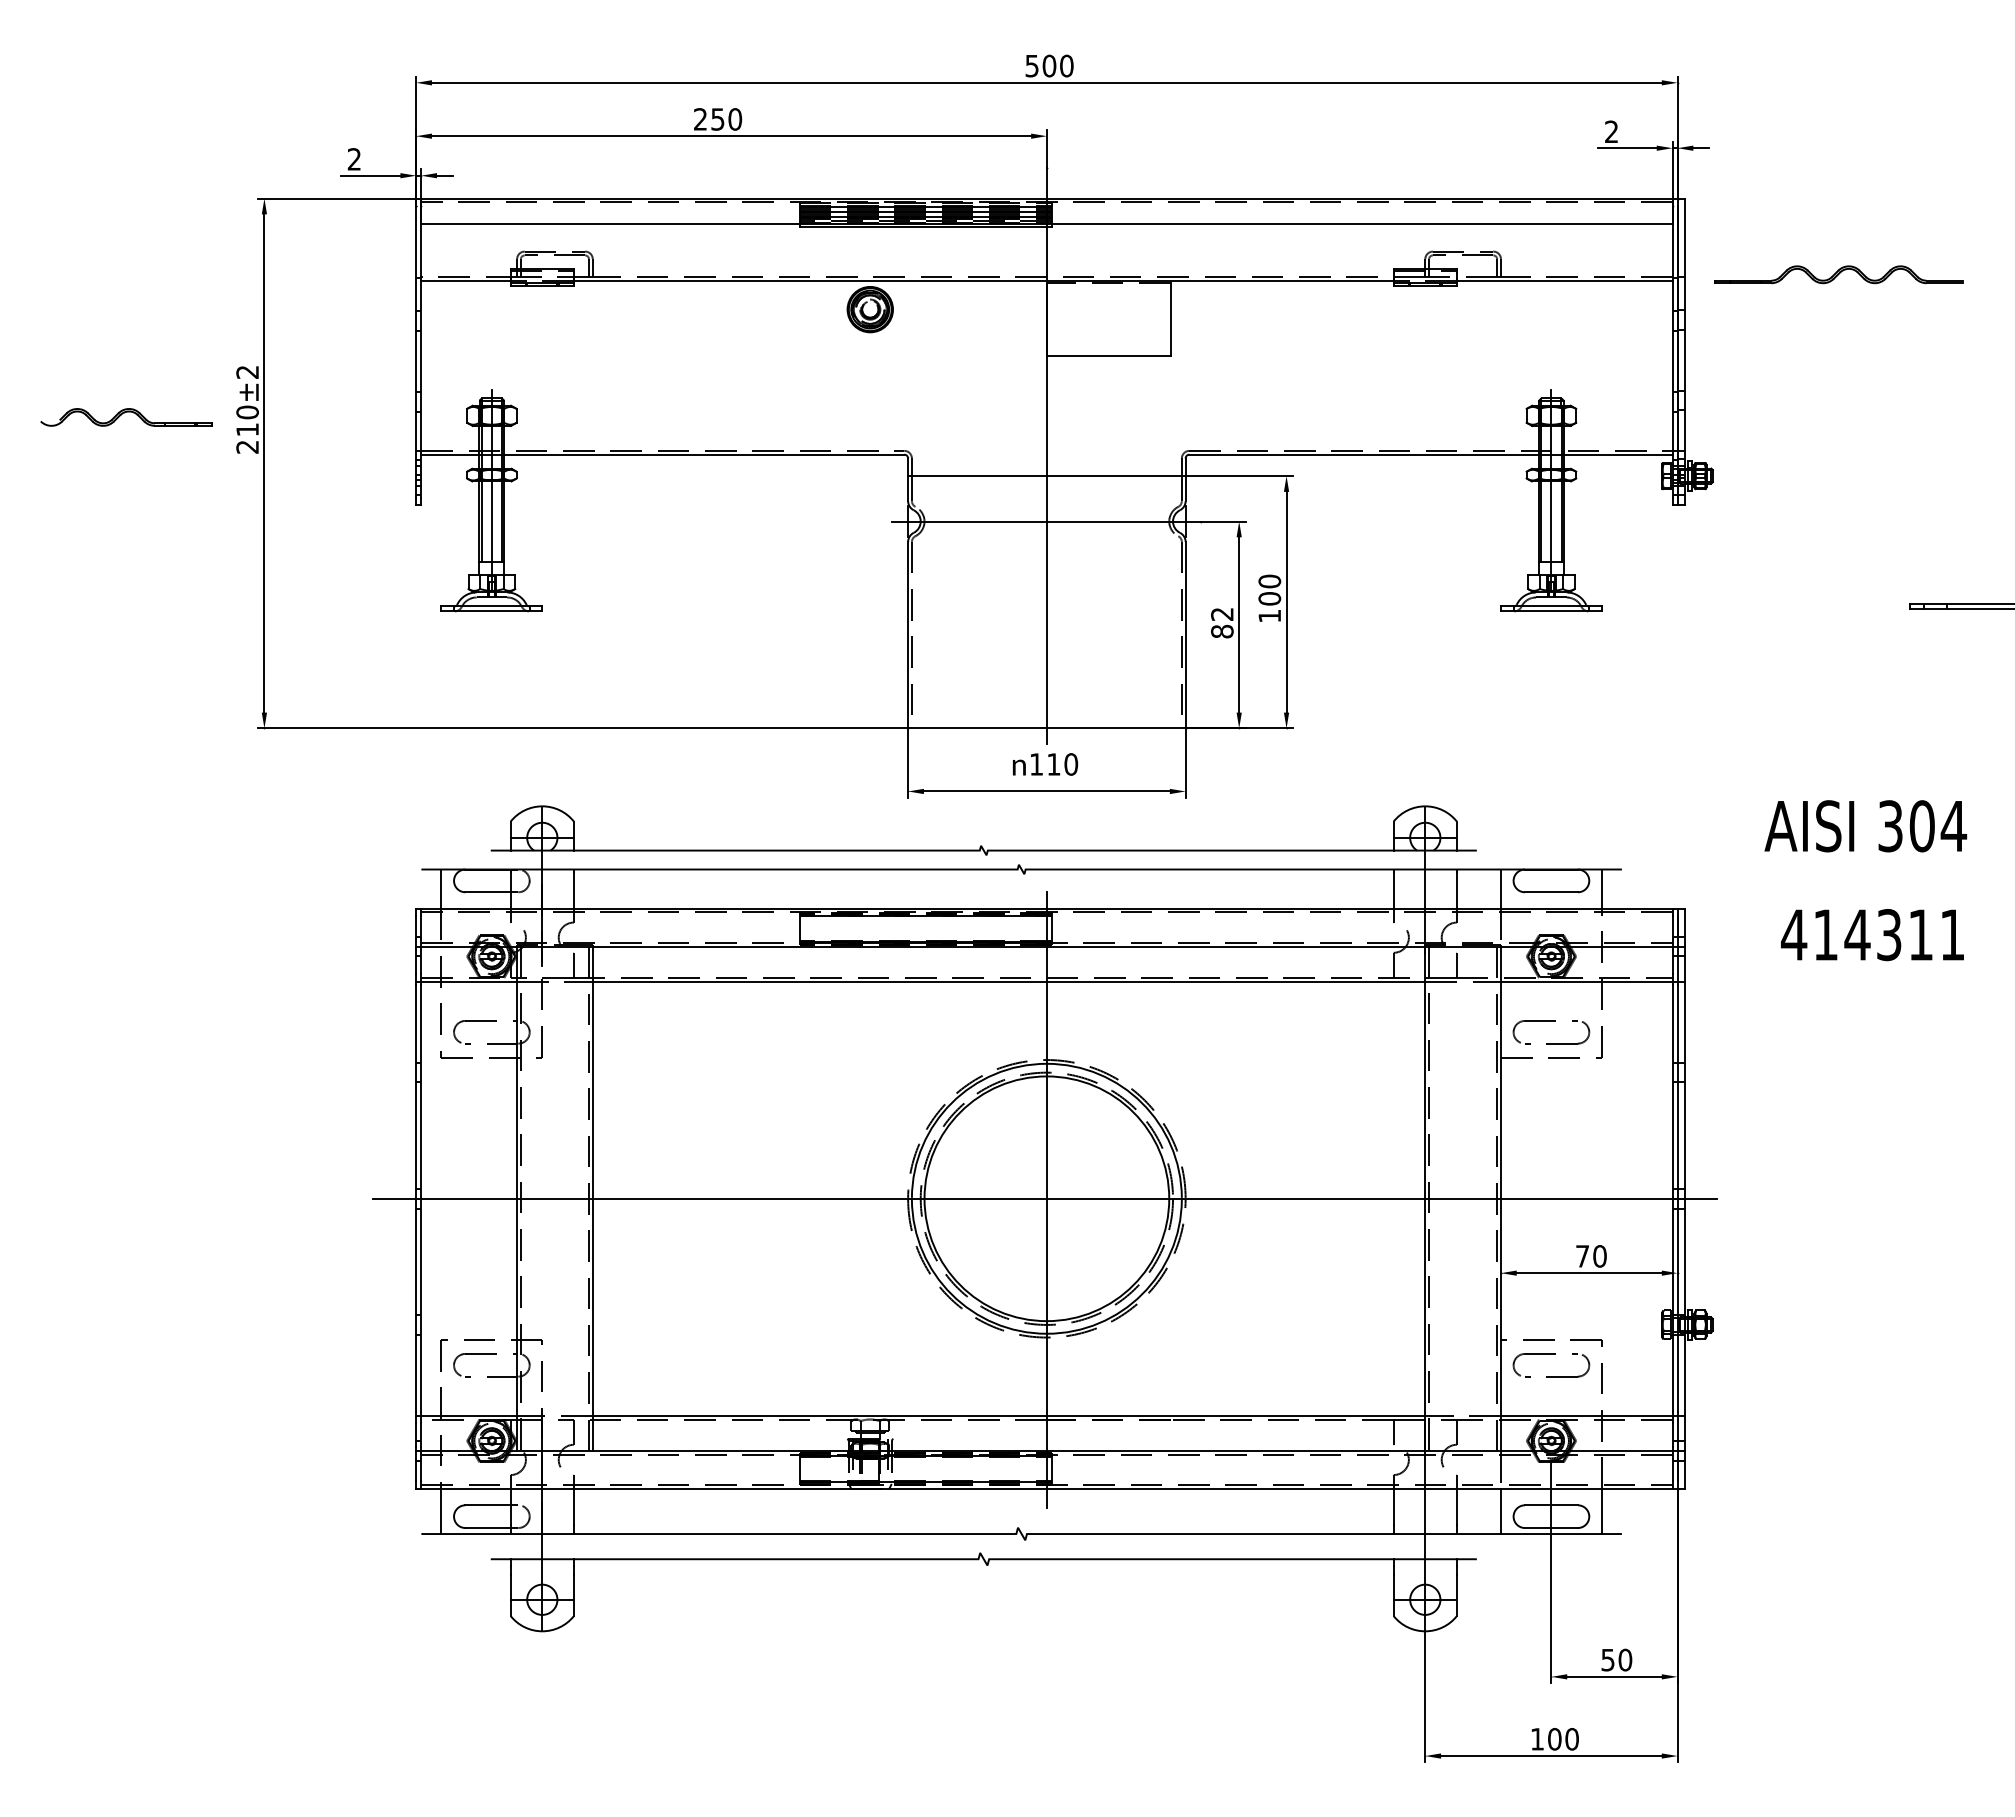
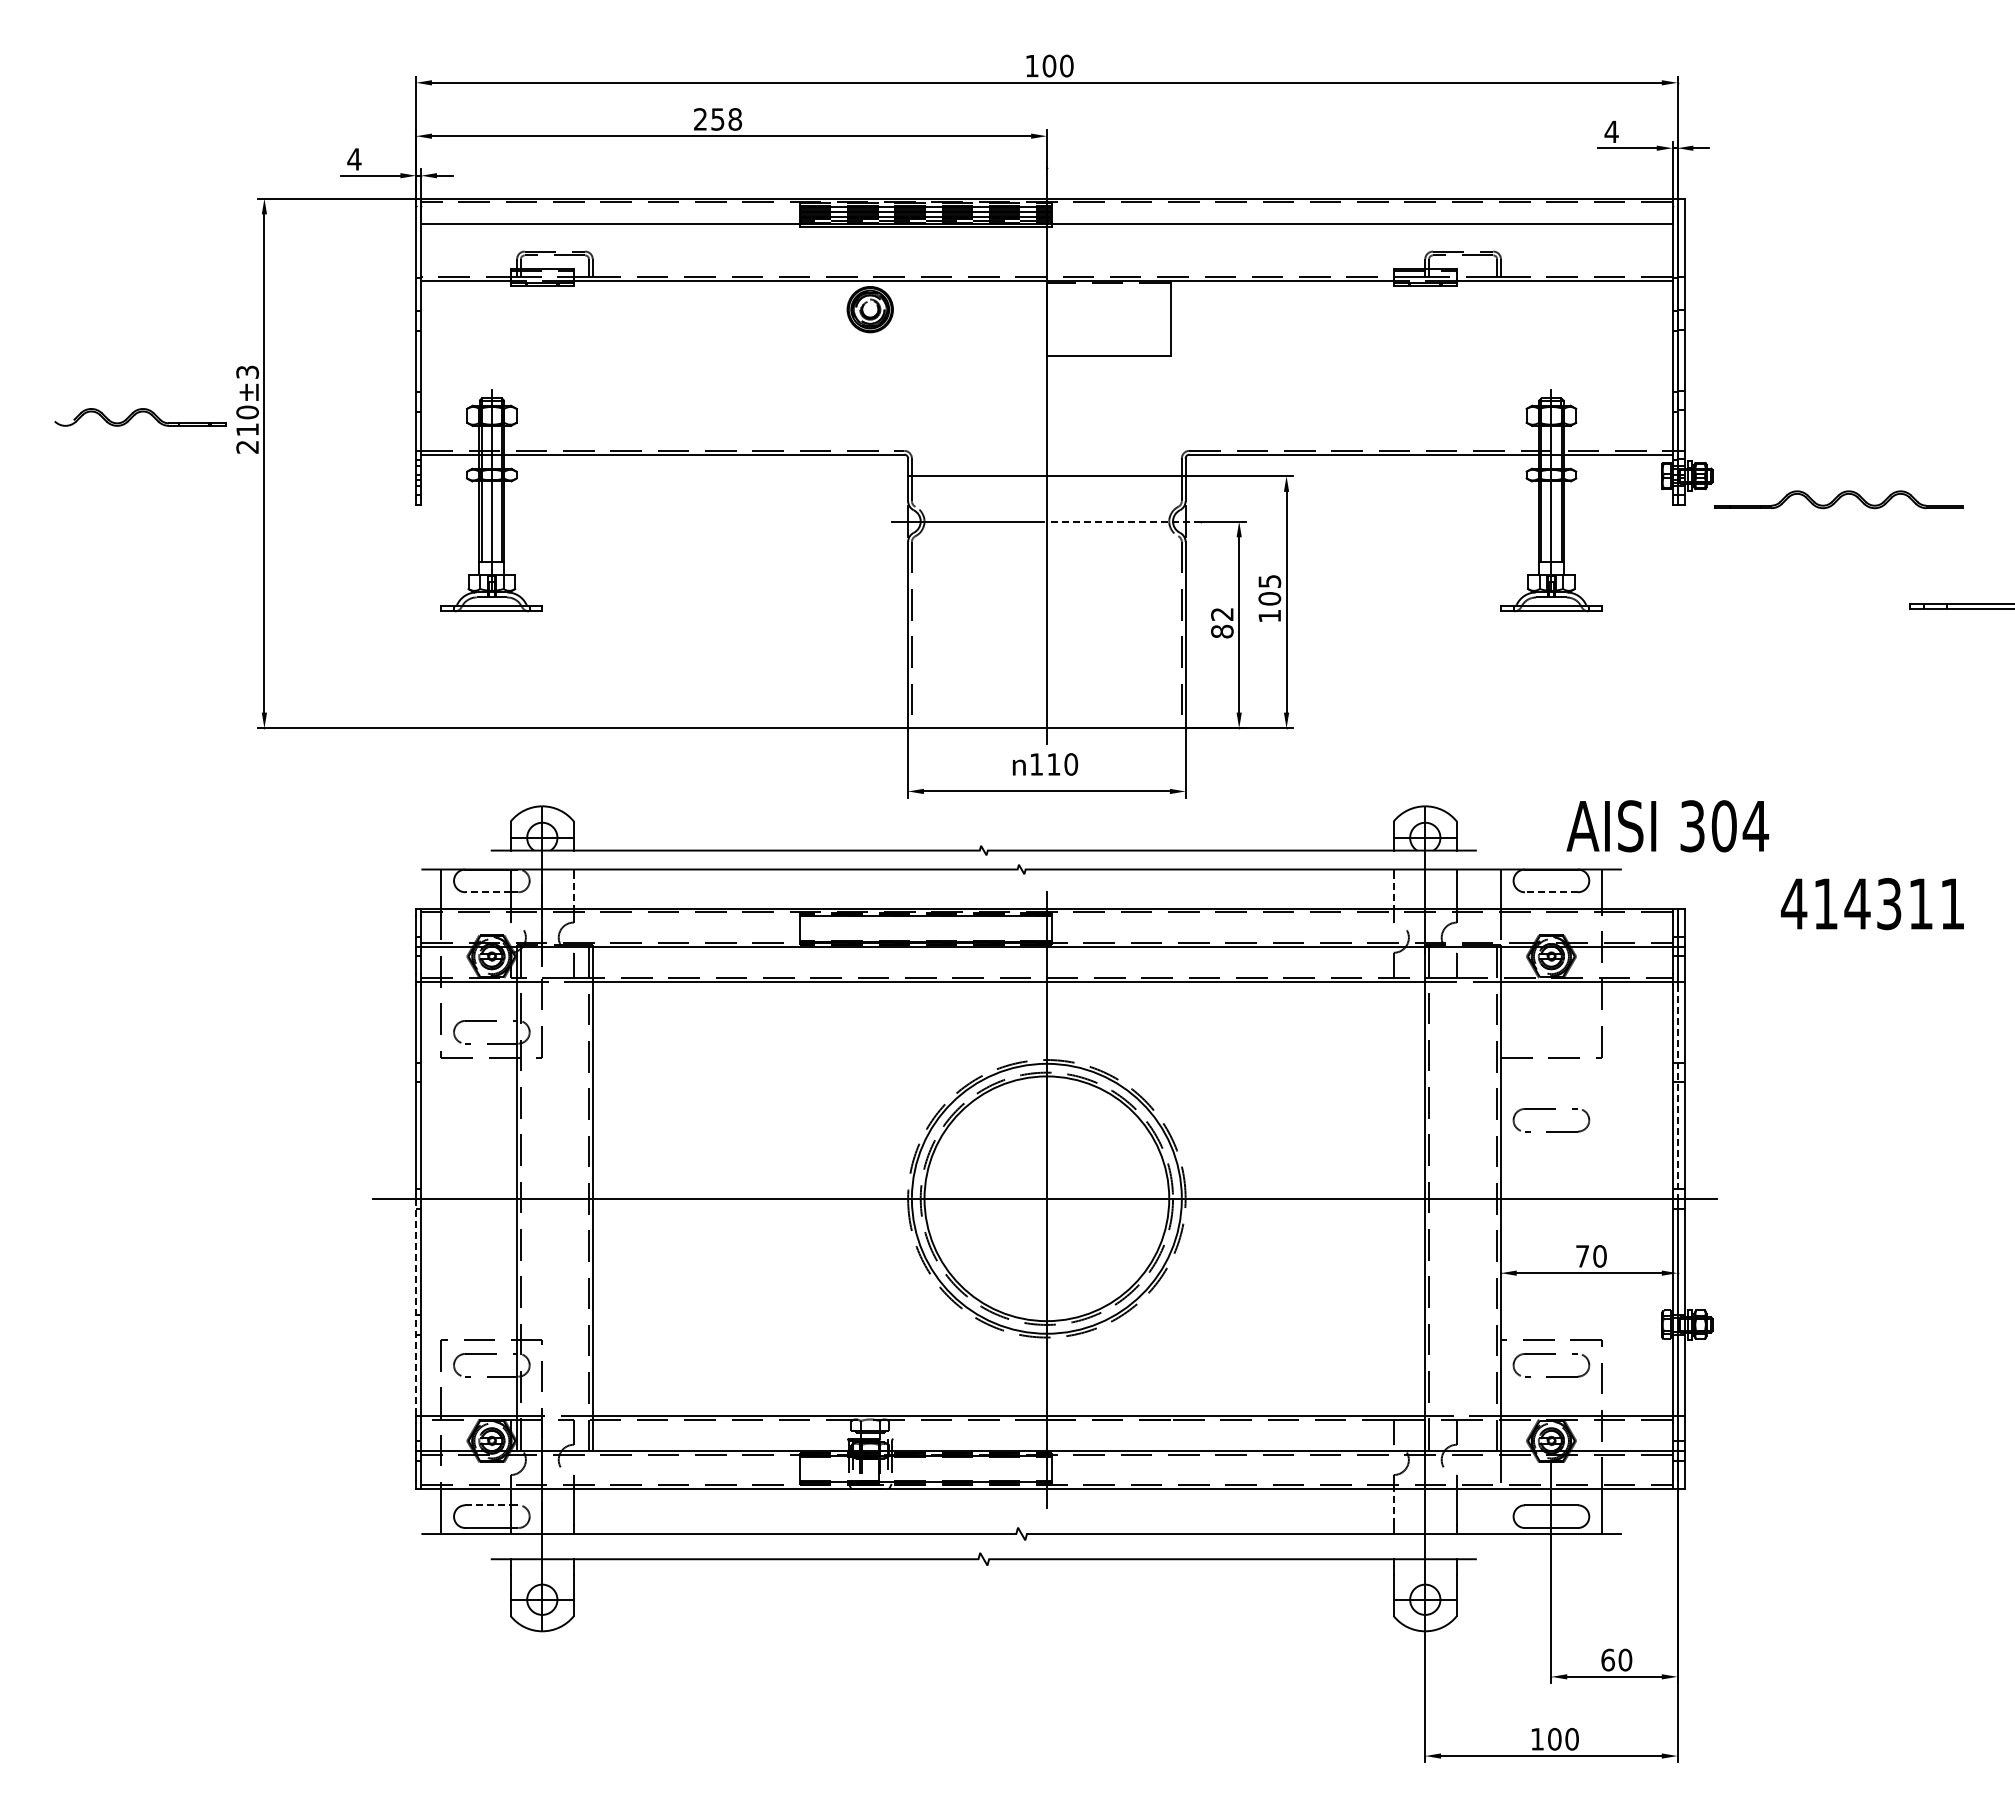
text at (1031, 66): 500 -> 100
text at (735, 119): 250 -> 258
text at (1611, 131): 2 -> 4
text at (354, 159): 2 -> 4
part at (1838, 274) position: (1838, 274) -> (1838, 499)
text at (247, 371): ±2 -> ±3
part at (126, 417) position: (126, 417) -> (140, 417)
line at (1123, 521): solid -> dashed
text at (1269, 581): 100 -> 105
text at (1865, 826) position: (1865, 826) -> (1667, 826)
line at (573, 890): solid -> dashed
line at (1393, 890): solid -> dashed
line at (488, 892): solid -> dashed
line at (1550, 892): solid -> dashed
text at (1872, 935) position: (1872, 935) -> (1872, 904)
part at (1551, 1021) position: (1551, 1021) -> (1551, 1109)
line at (1677, 1092): solid -> dashed
line at (416, 1305): solid -> dashed
line at (488, 1505): solid -> dashed
line at (1393, 1506): solid -> dashed
line at (1500, 1511): present -> none
text at (1607, 1659): 50 -> 60
